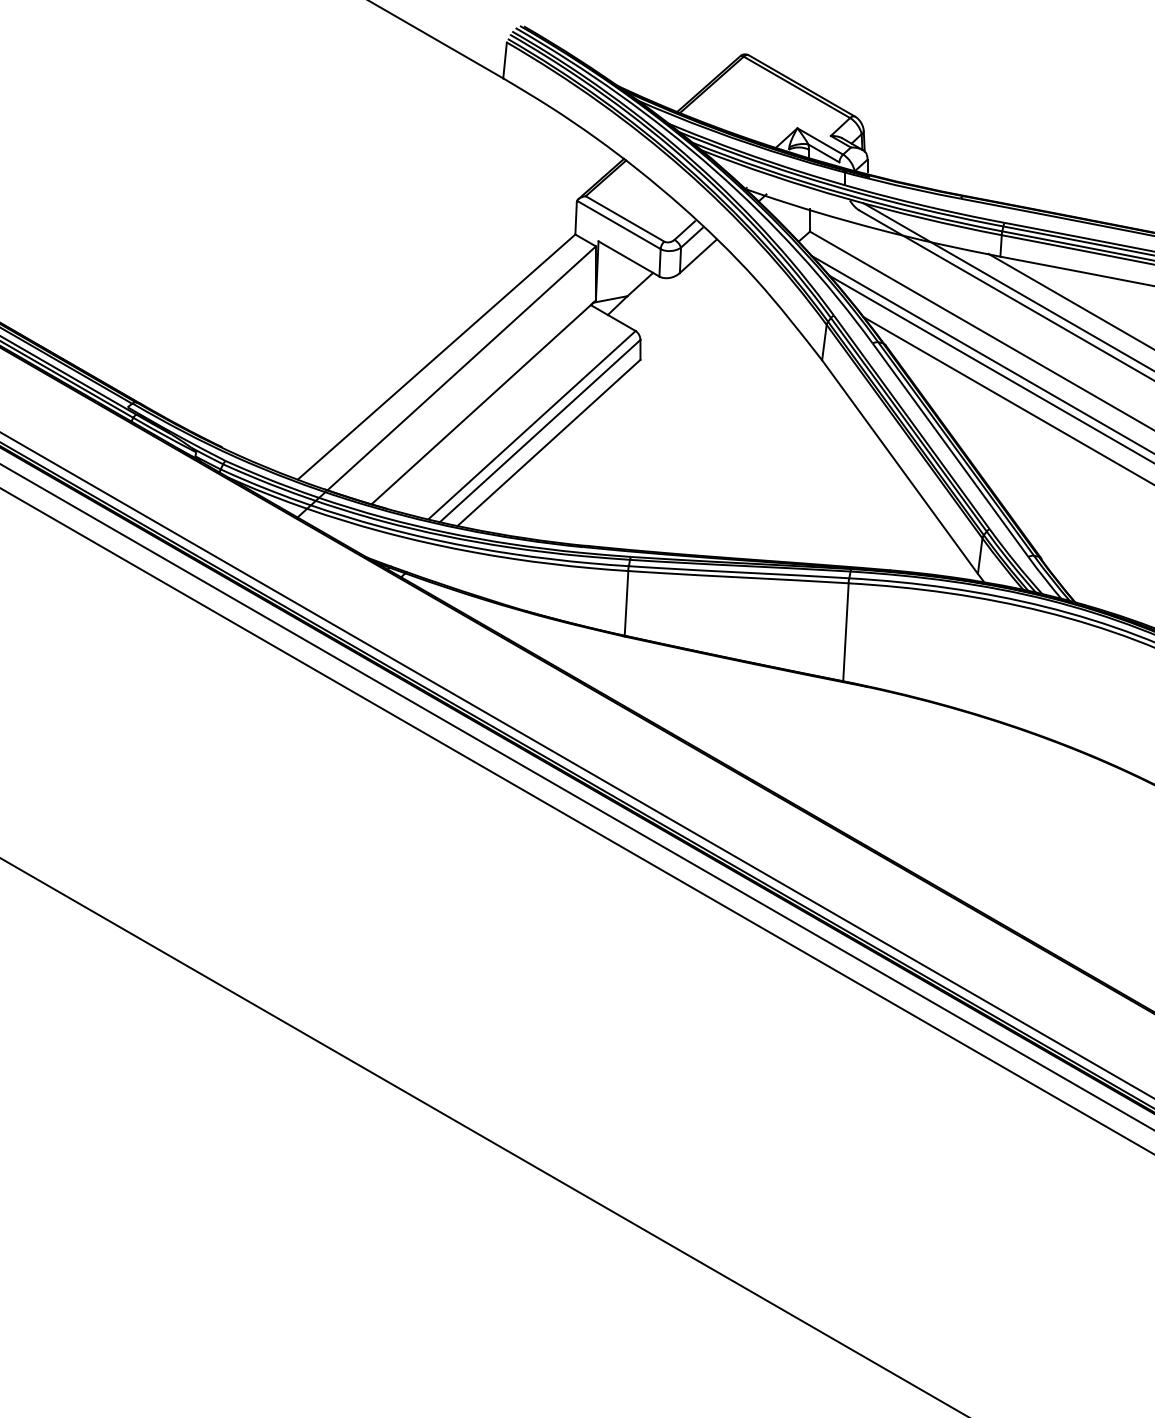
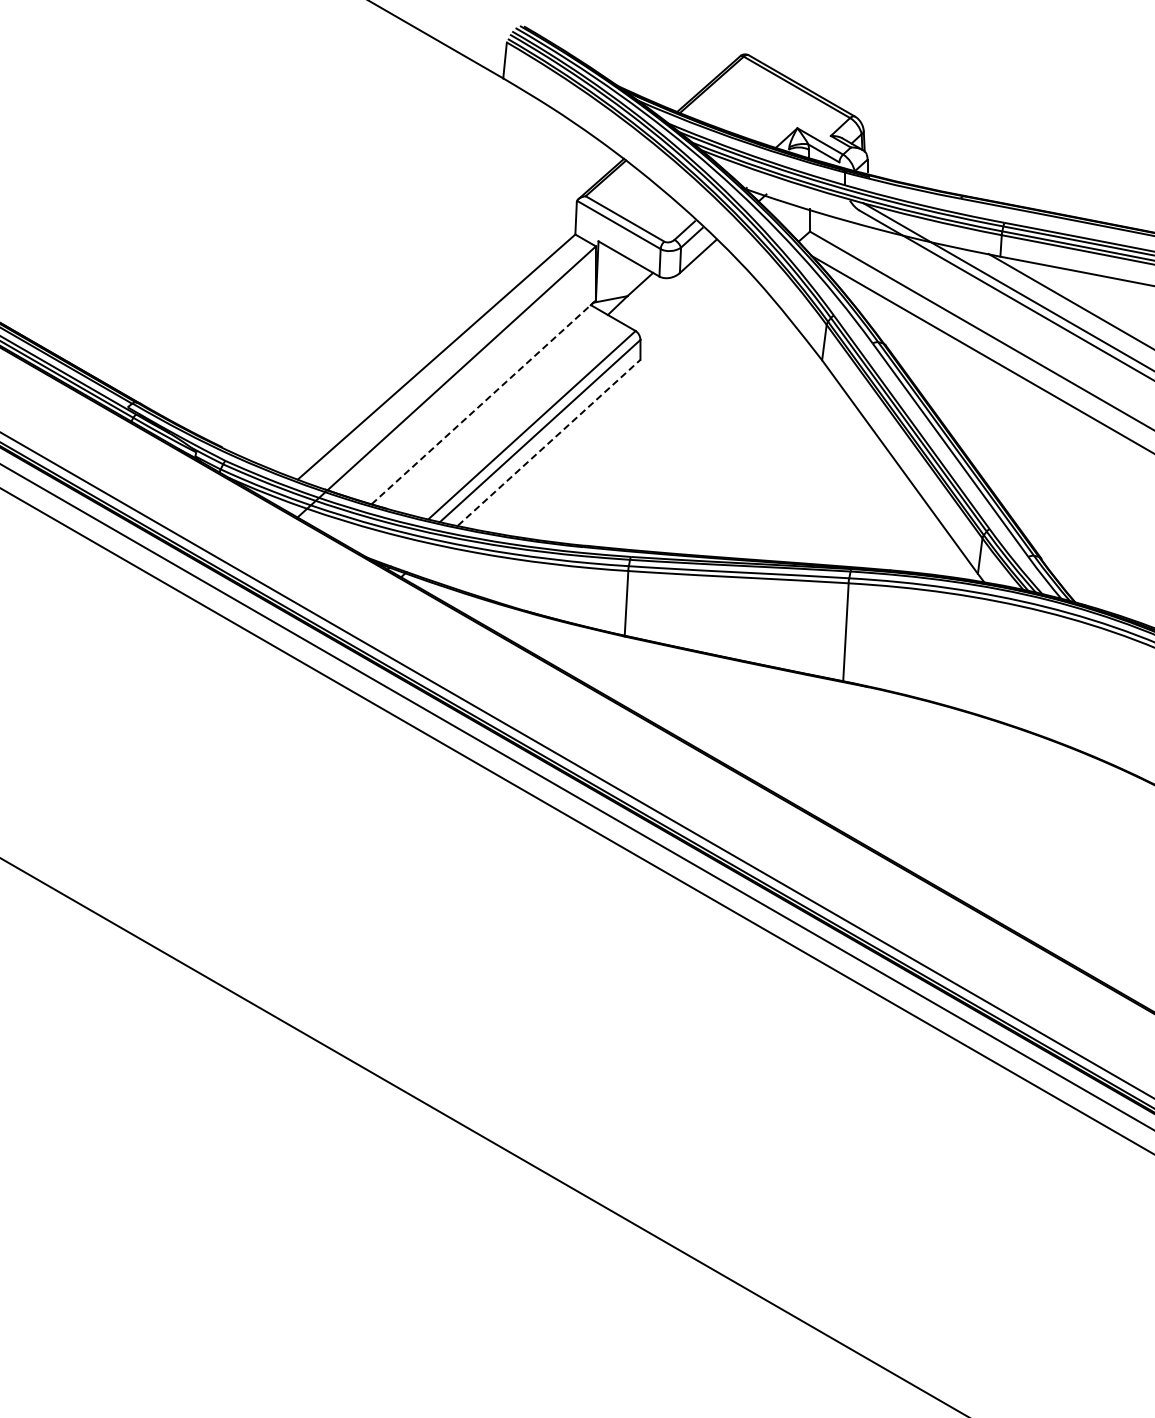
line at (990, 368): present -> none
line at (1007, 400): present -> none
line at (482, 403): solid -> dashed
line at (549, 442): solid -> dashed
